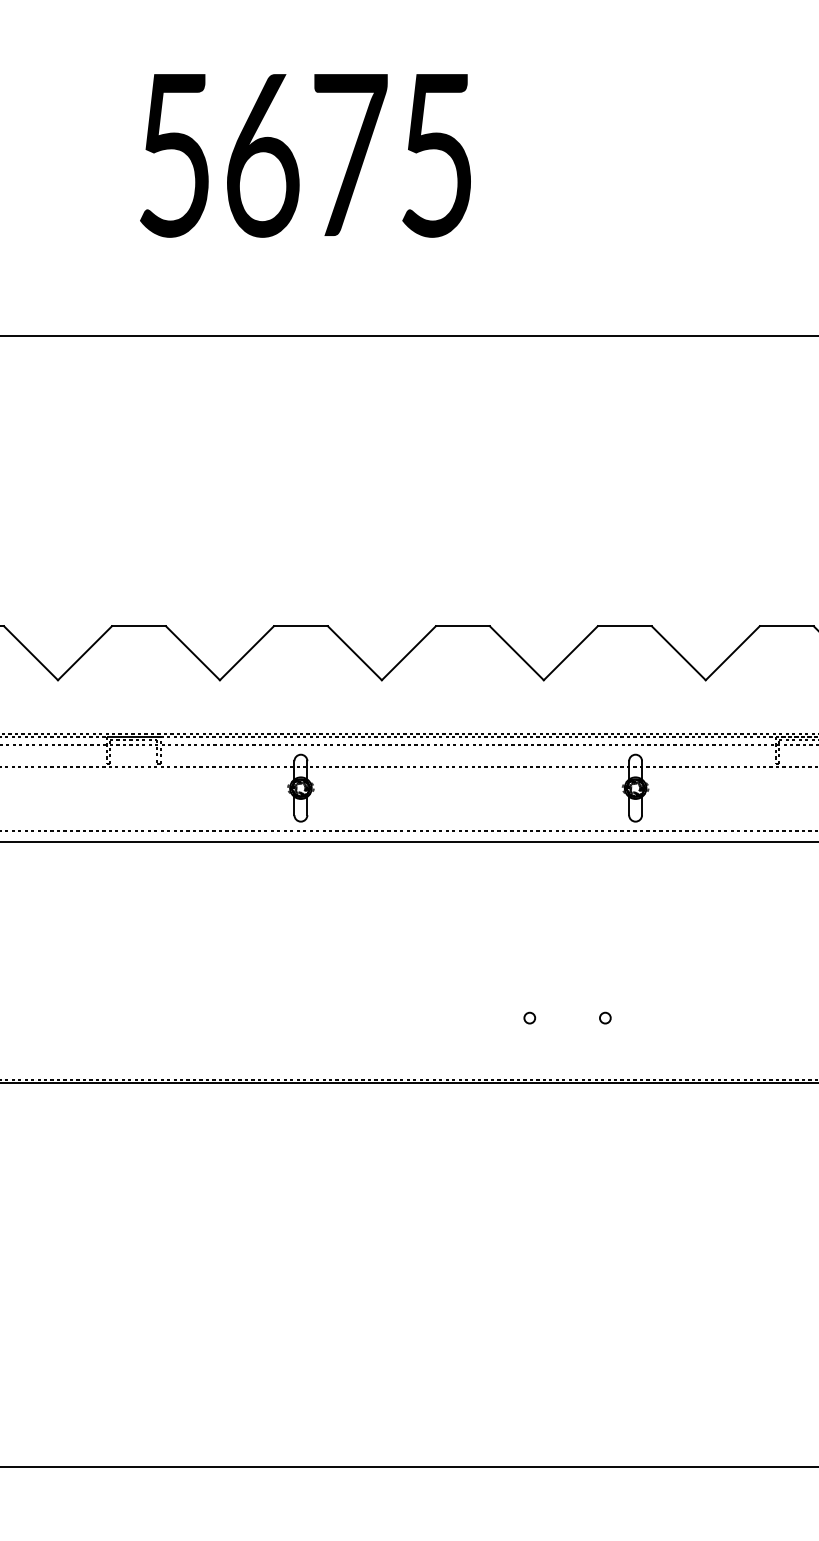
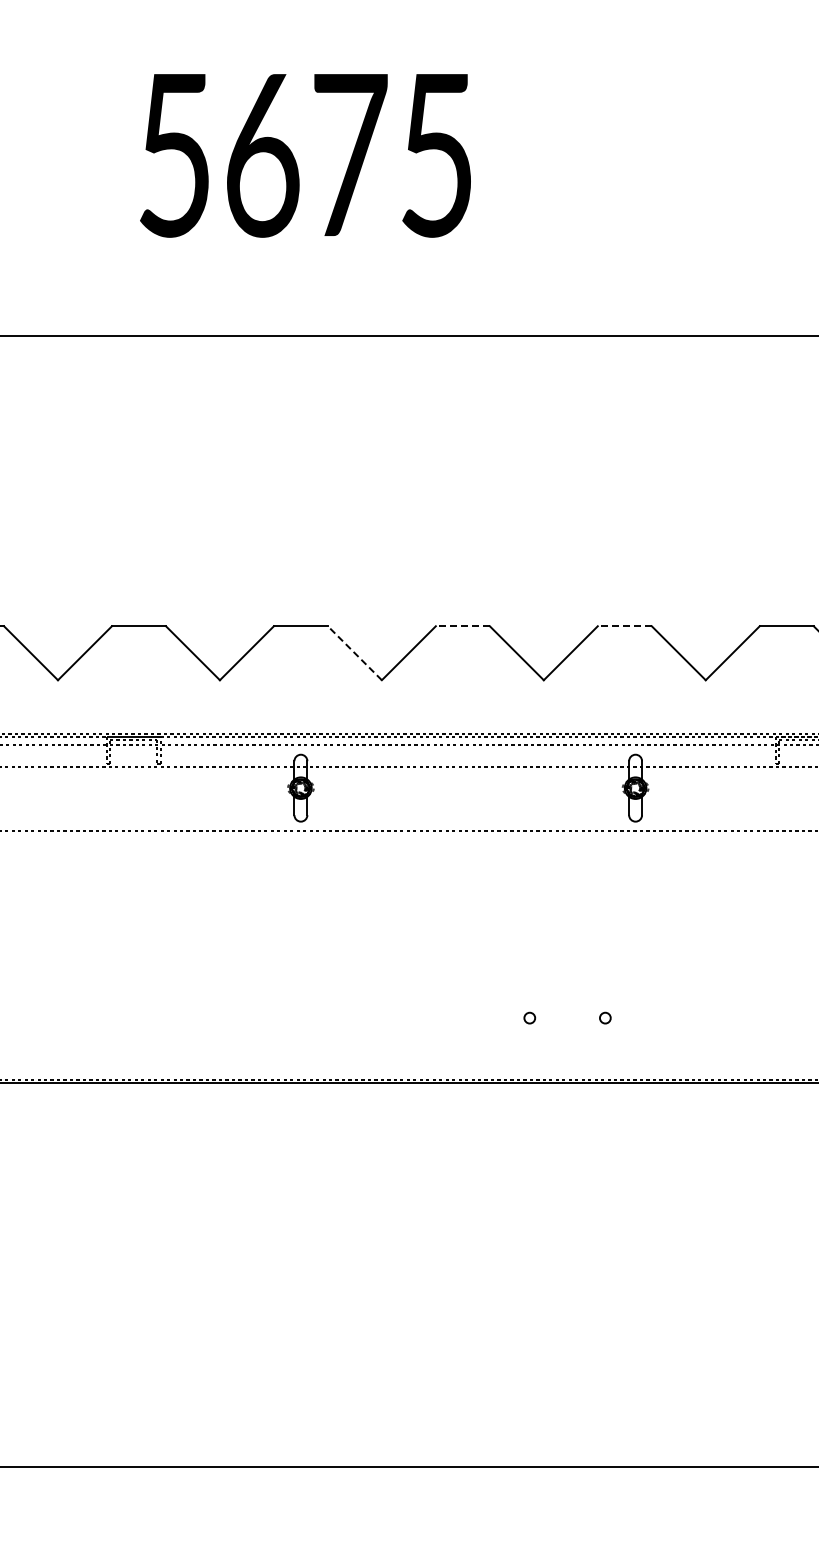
line at (462, 626): solid -> dashed
line at (624, 626): solid -> dashed
line at (354, 652): solid -> dashed
line at (408, 842): present -> none
